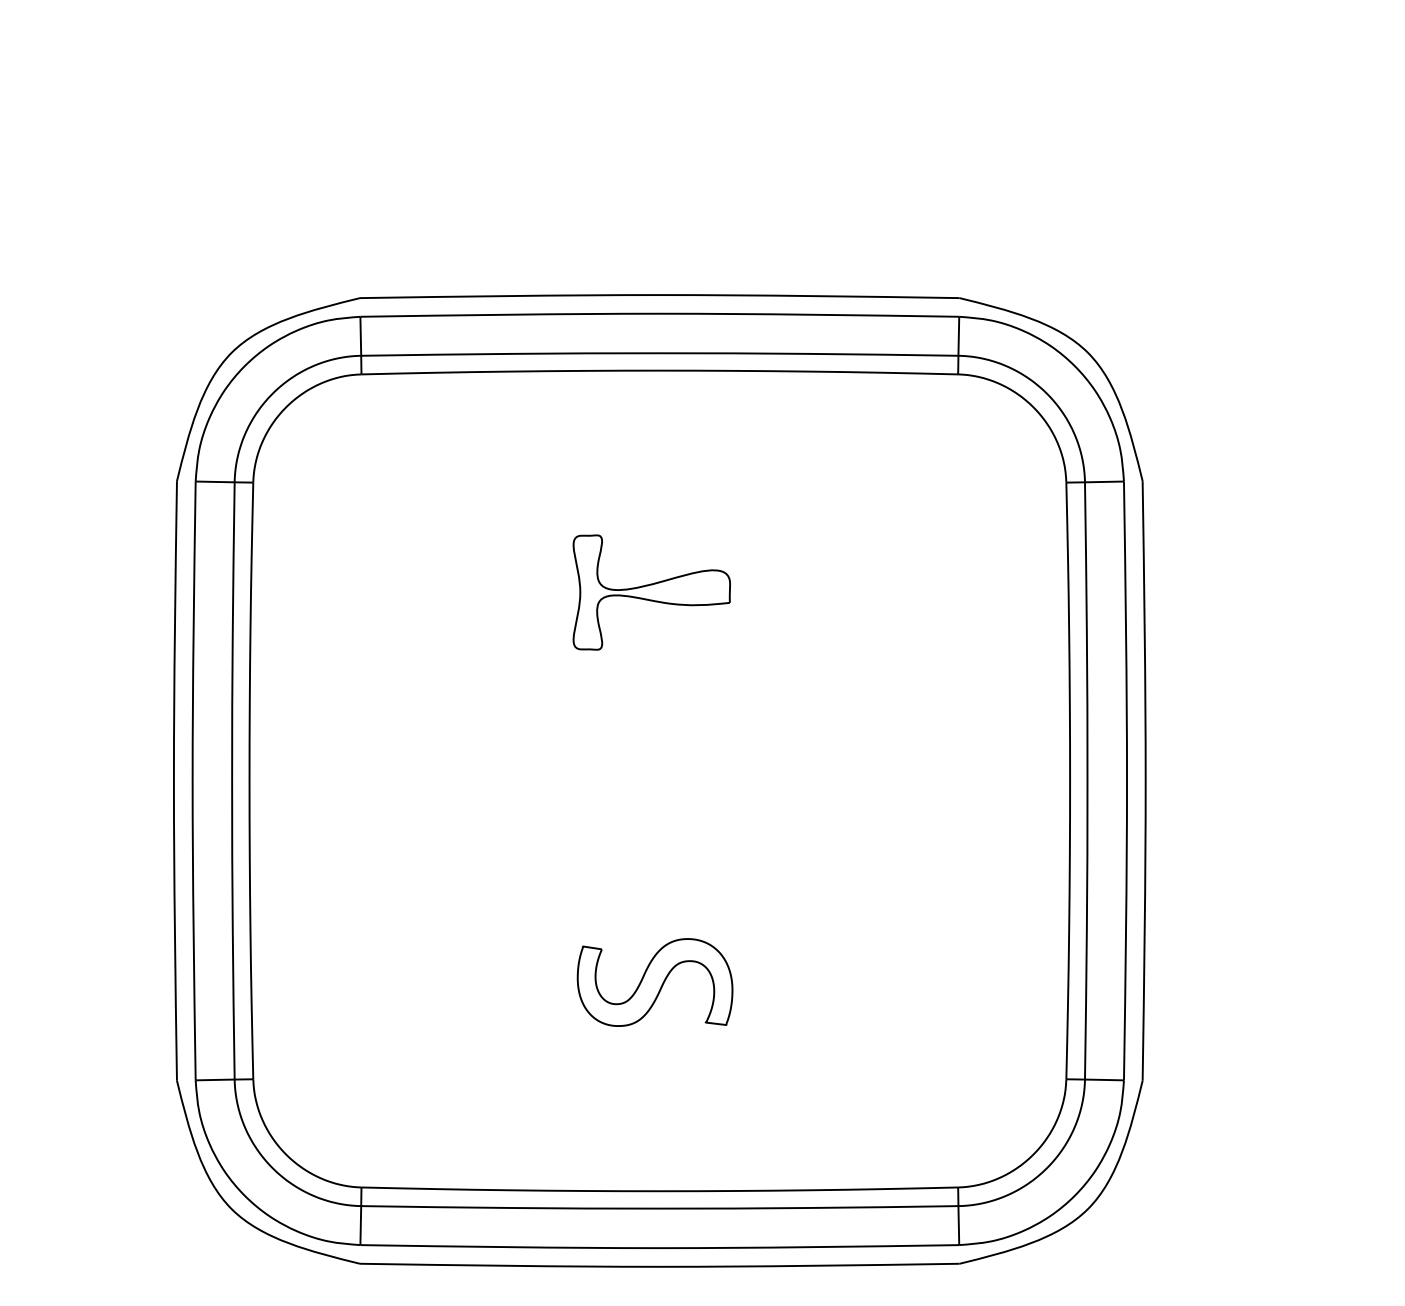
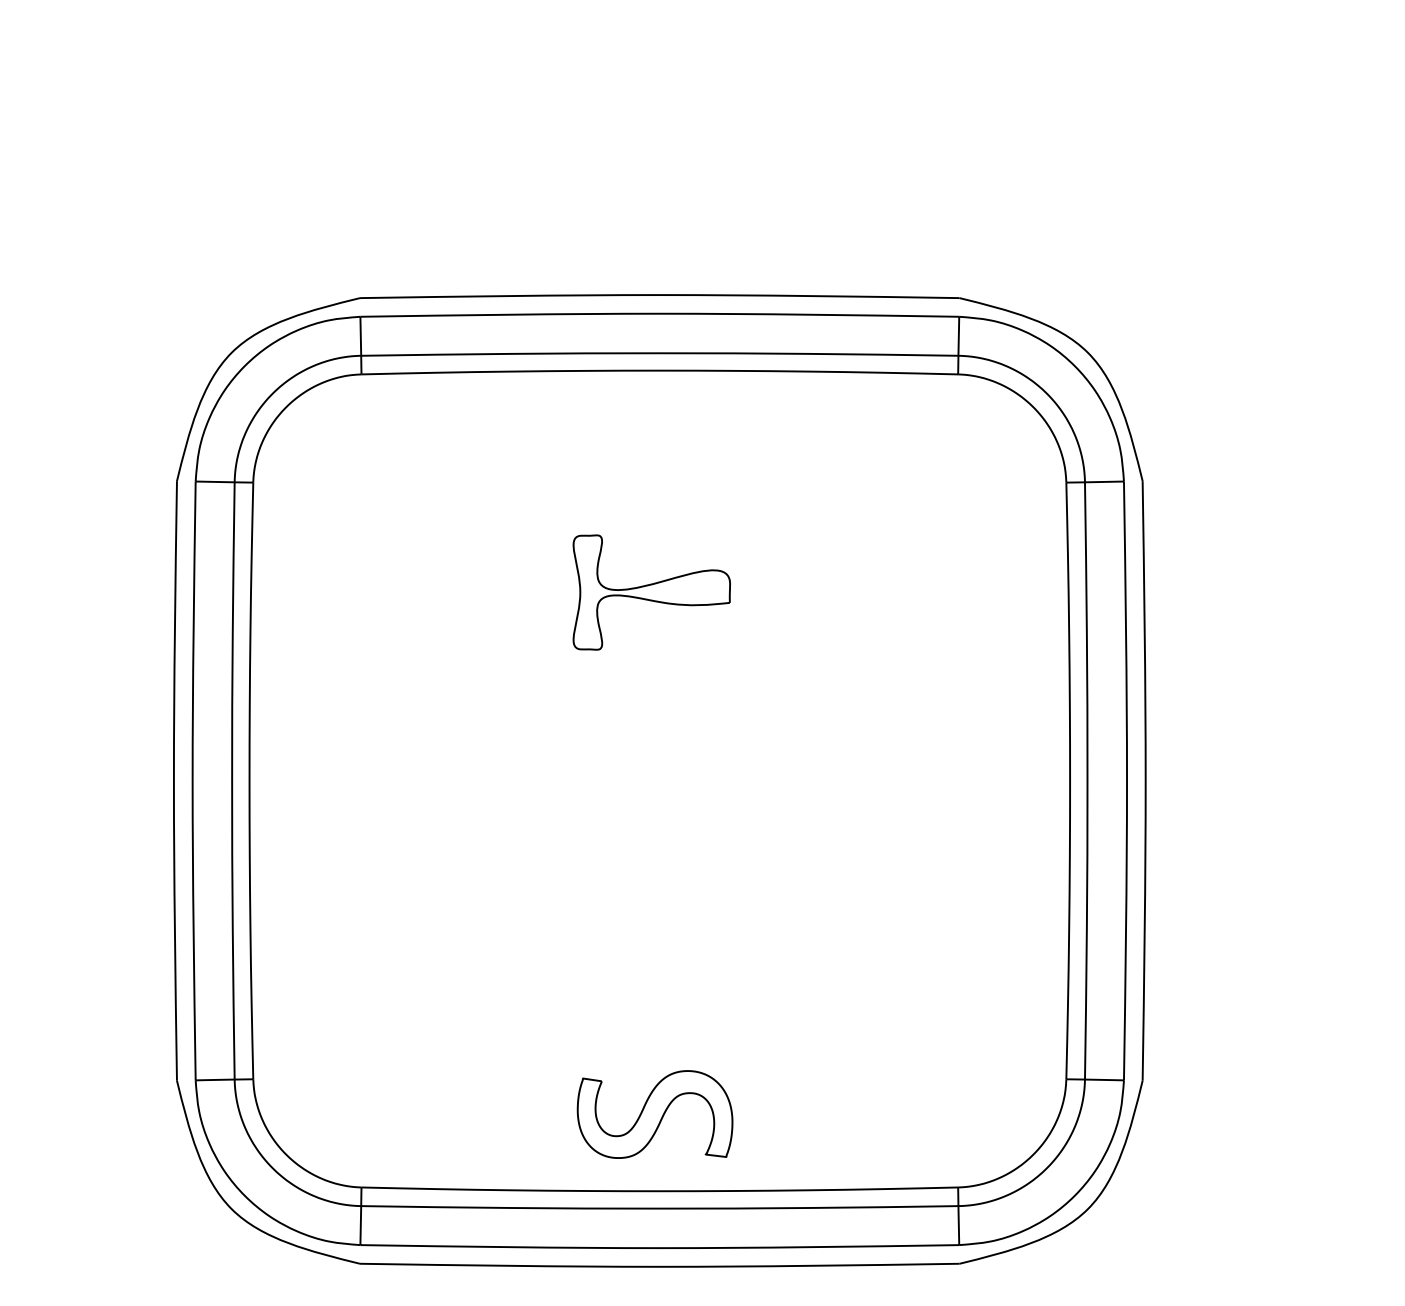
part at (654, 982) position: (654, 982) -> (654, 1114)
